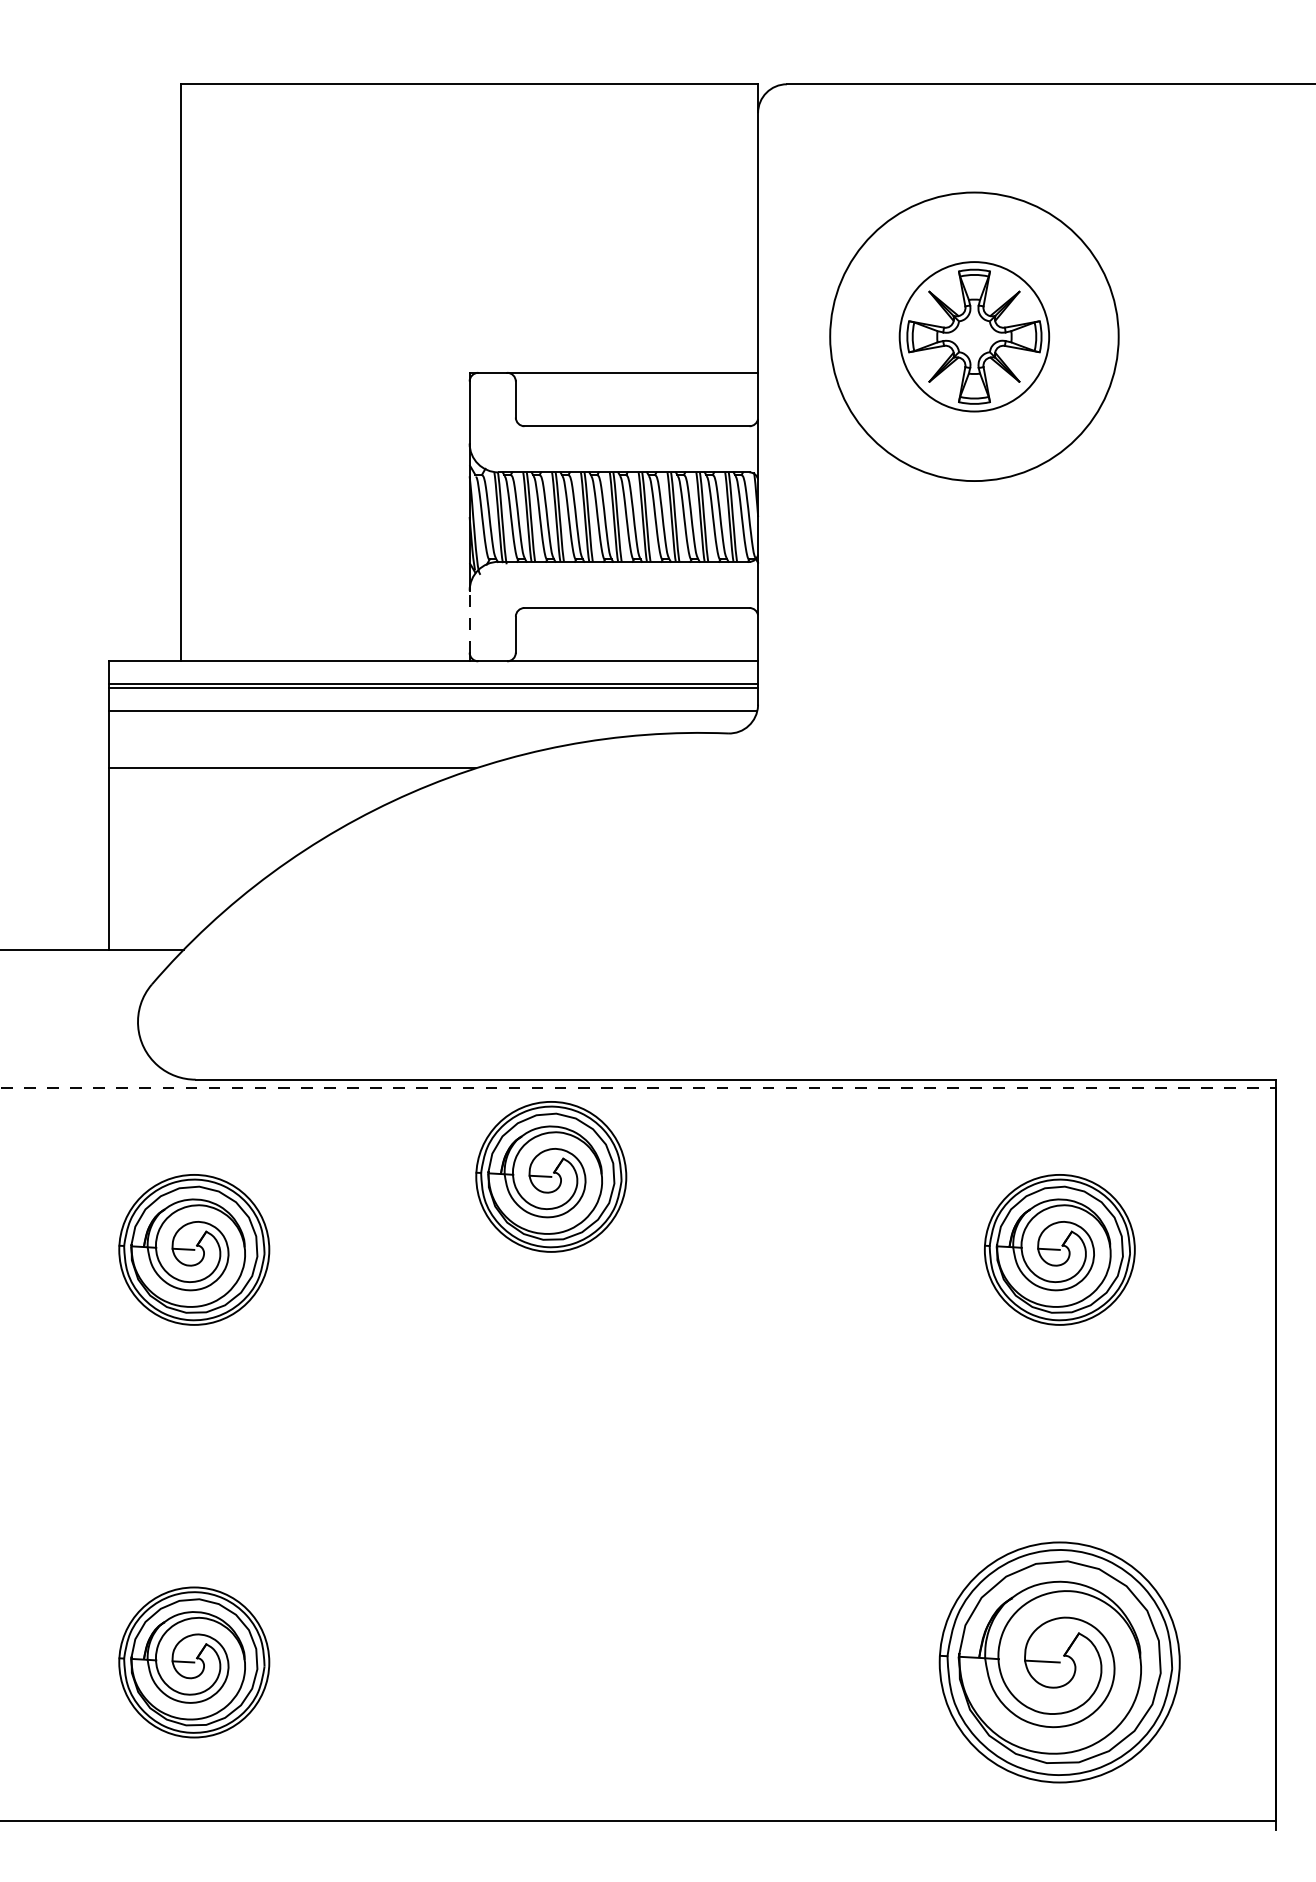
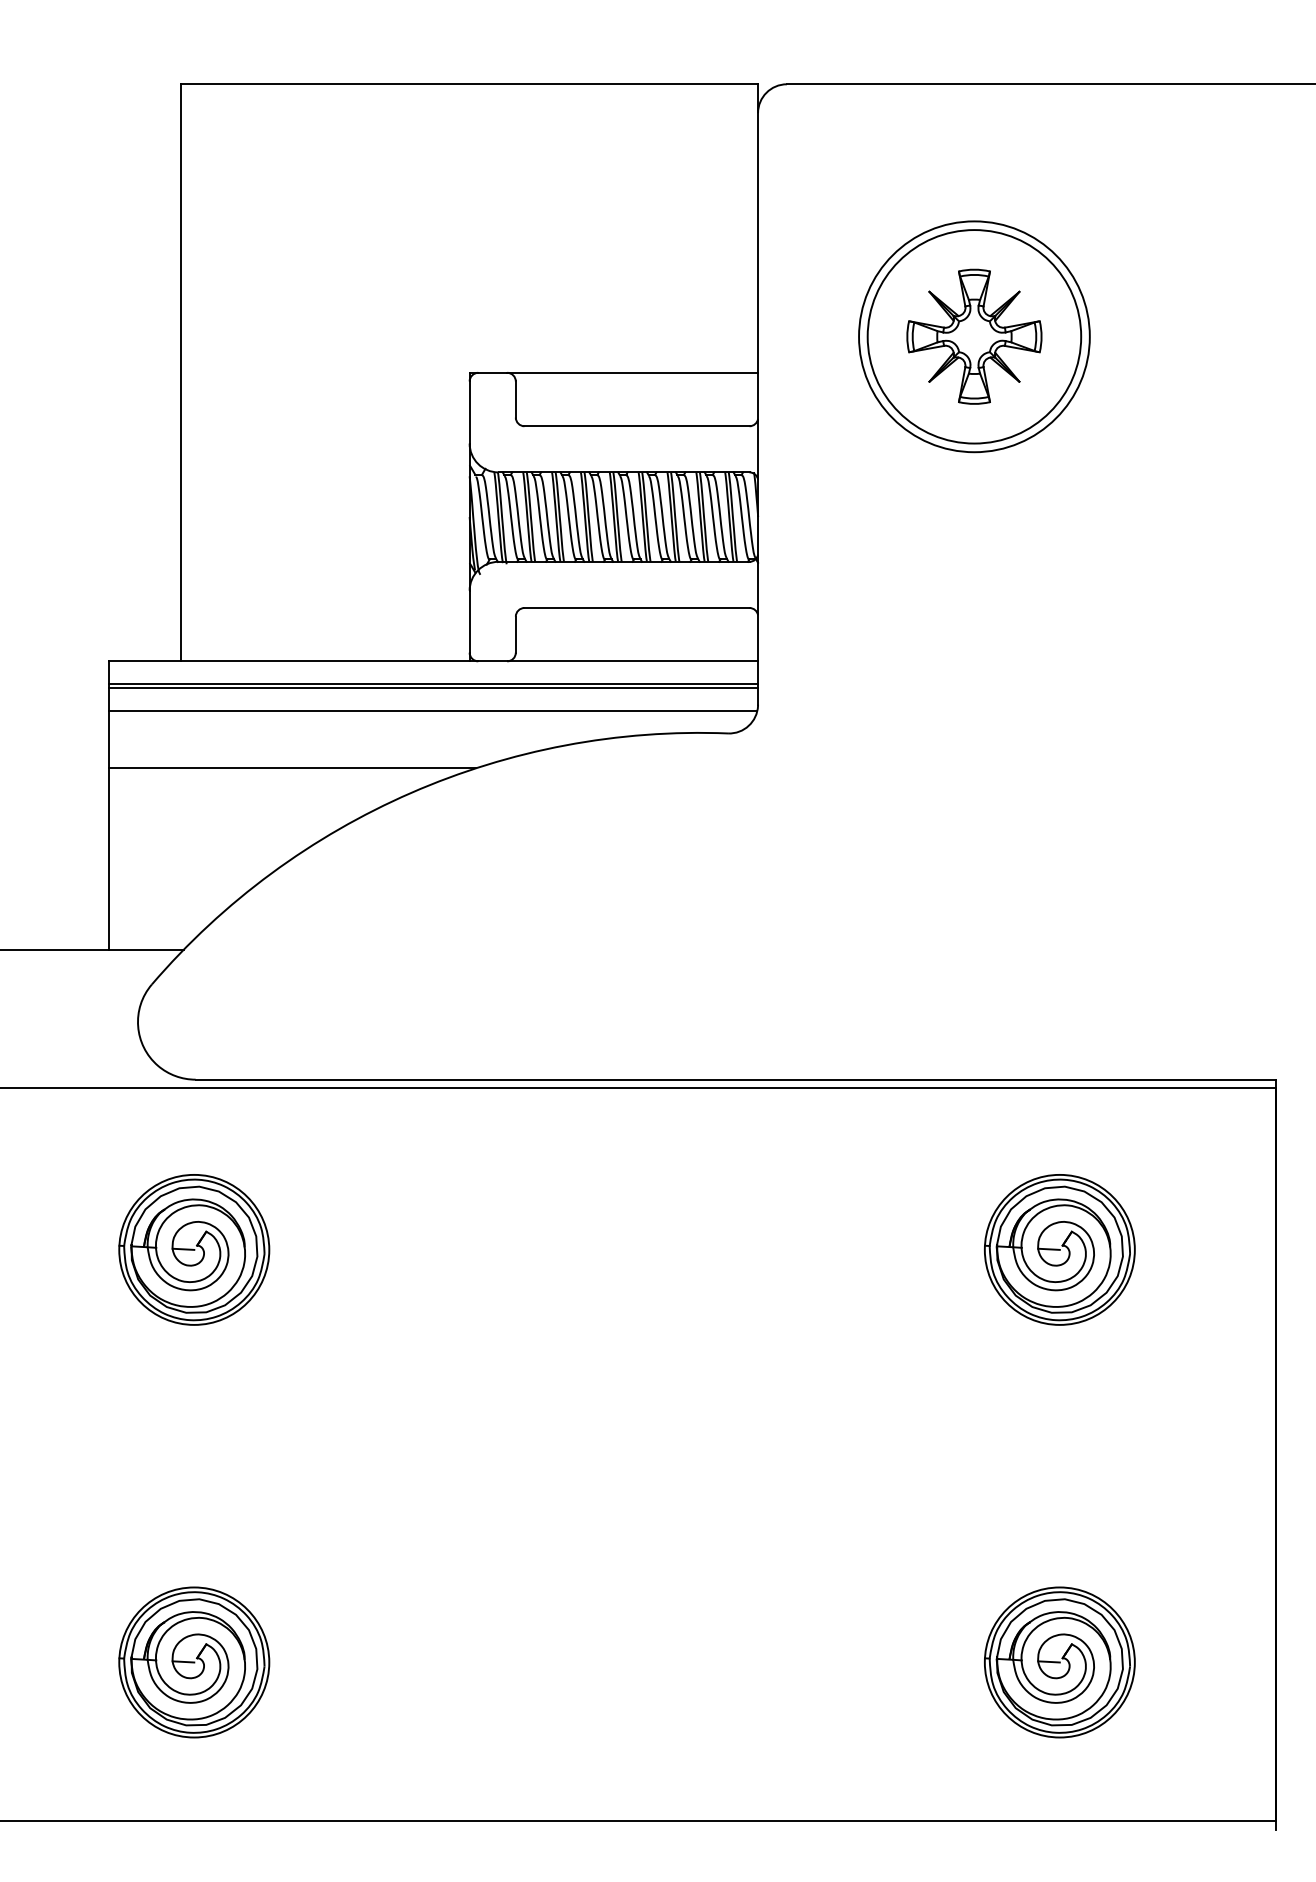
circle at (974, 336) diameter: 149 px -> 214 px
circle at (974, 336) diameter: 289 px -> 231 px
line at (469, 621): dashed -> solid
line at (638, 1088): dashed -> solid
part at (551, 1176): present -> none
part at (1059, 1662) size: 243x243 px -> 152x153 px
